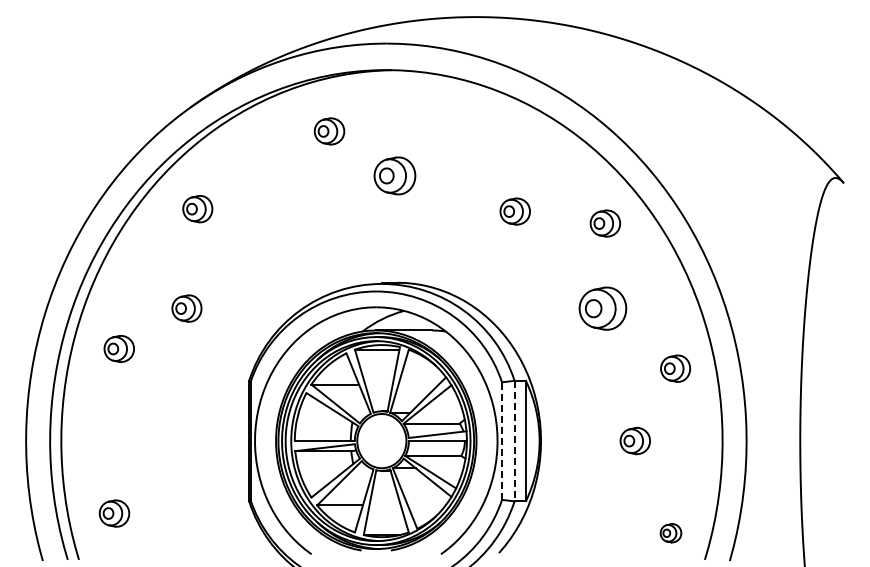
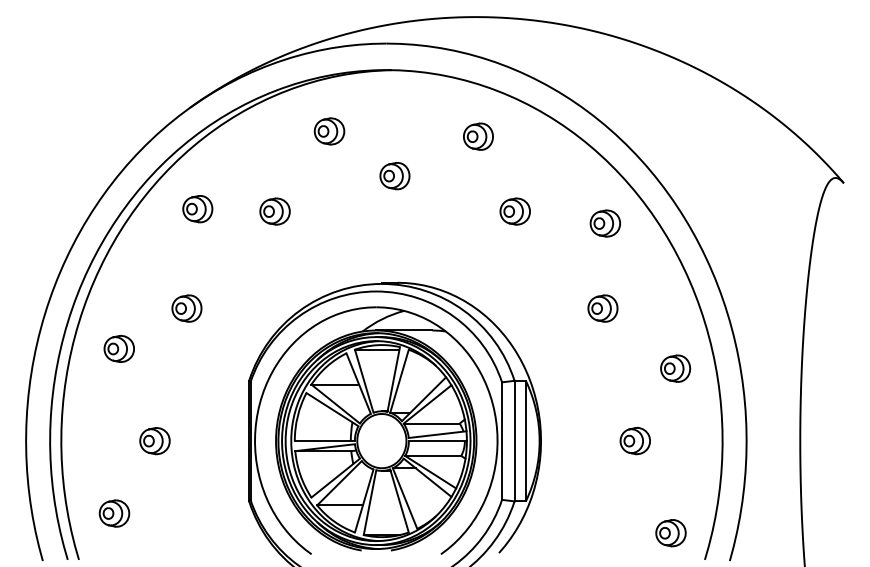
part at (478, 136): none -> present
part at (394, 175) size: 44x40 px -> 32x29 px
part at (274, 211): none -> present
part at (602, 308) size: 50x45 px -> 32x29 px
part at (154, 441): none -> present
line at (502, 441): dashed -> solid
line at (514, 441): dashed -> solid
part at (670, 533) size: 24x21 px -> 32x29 px
